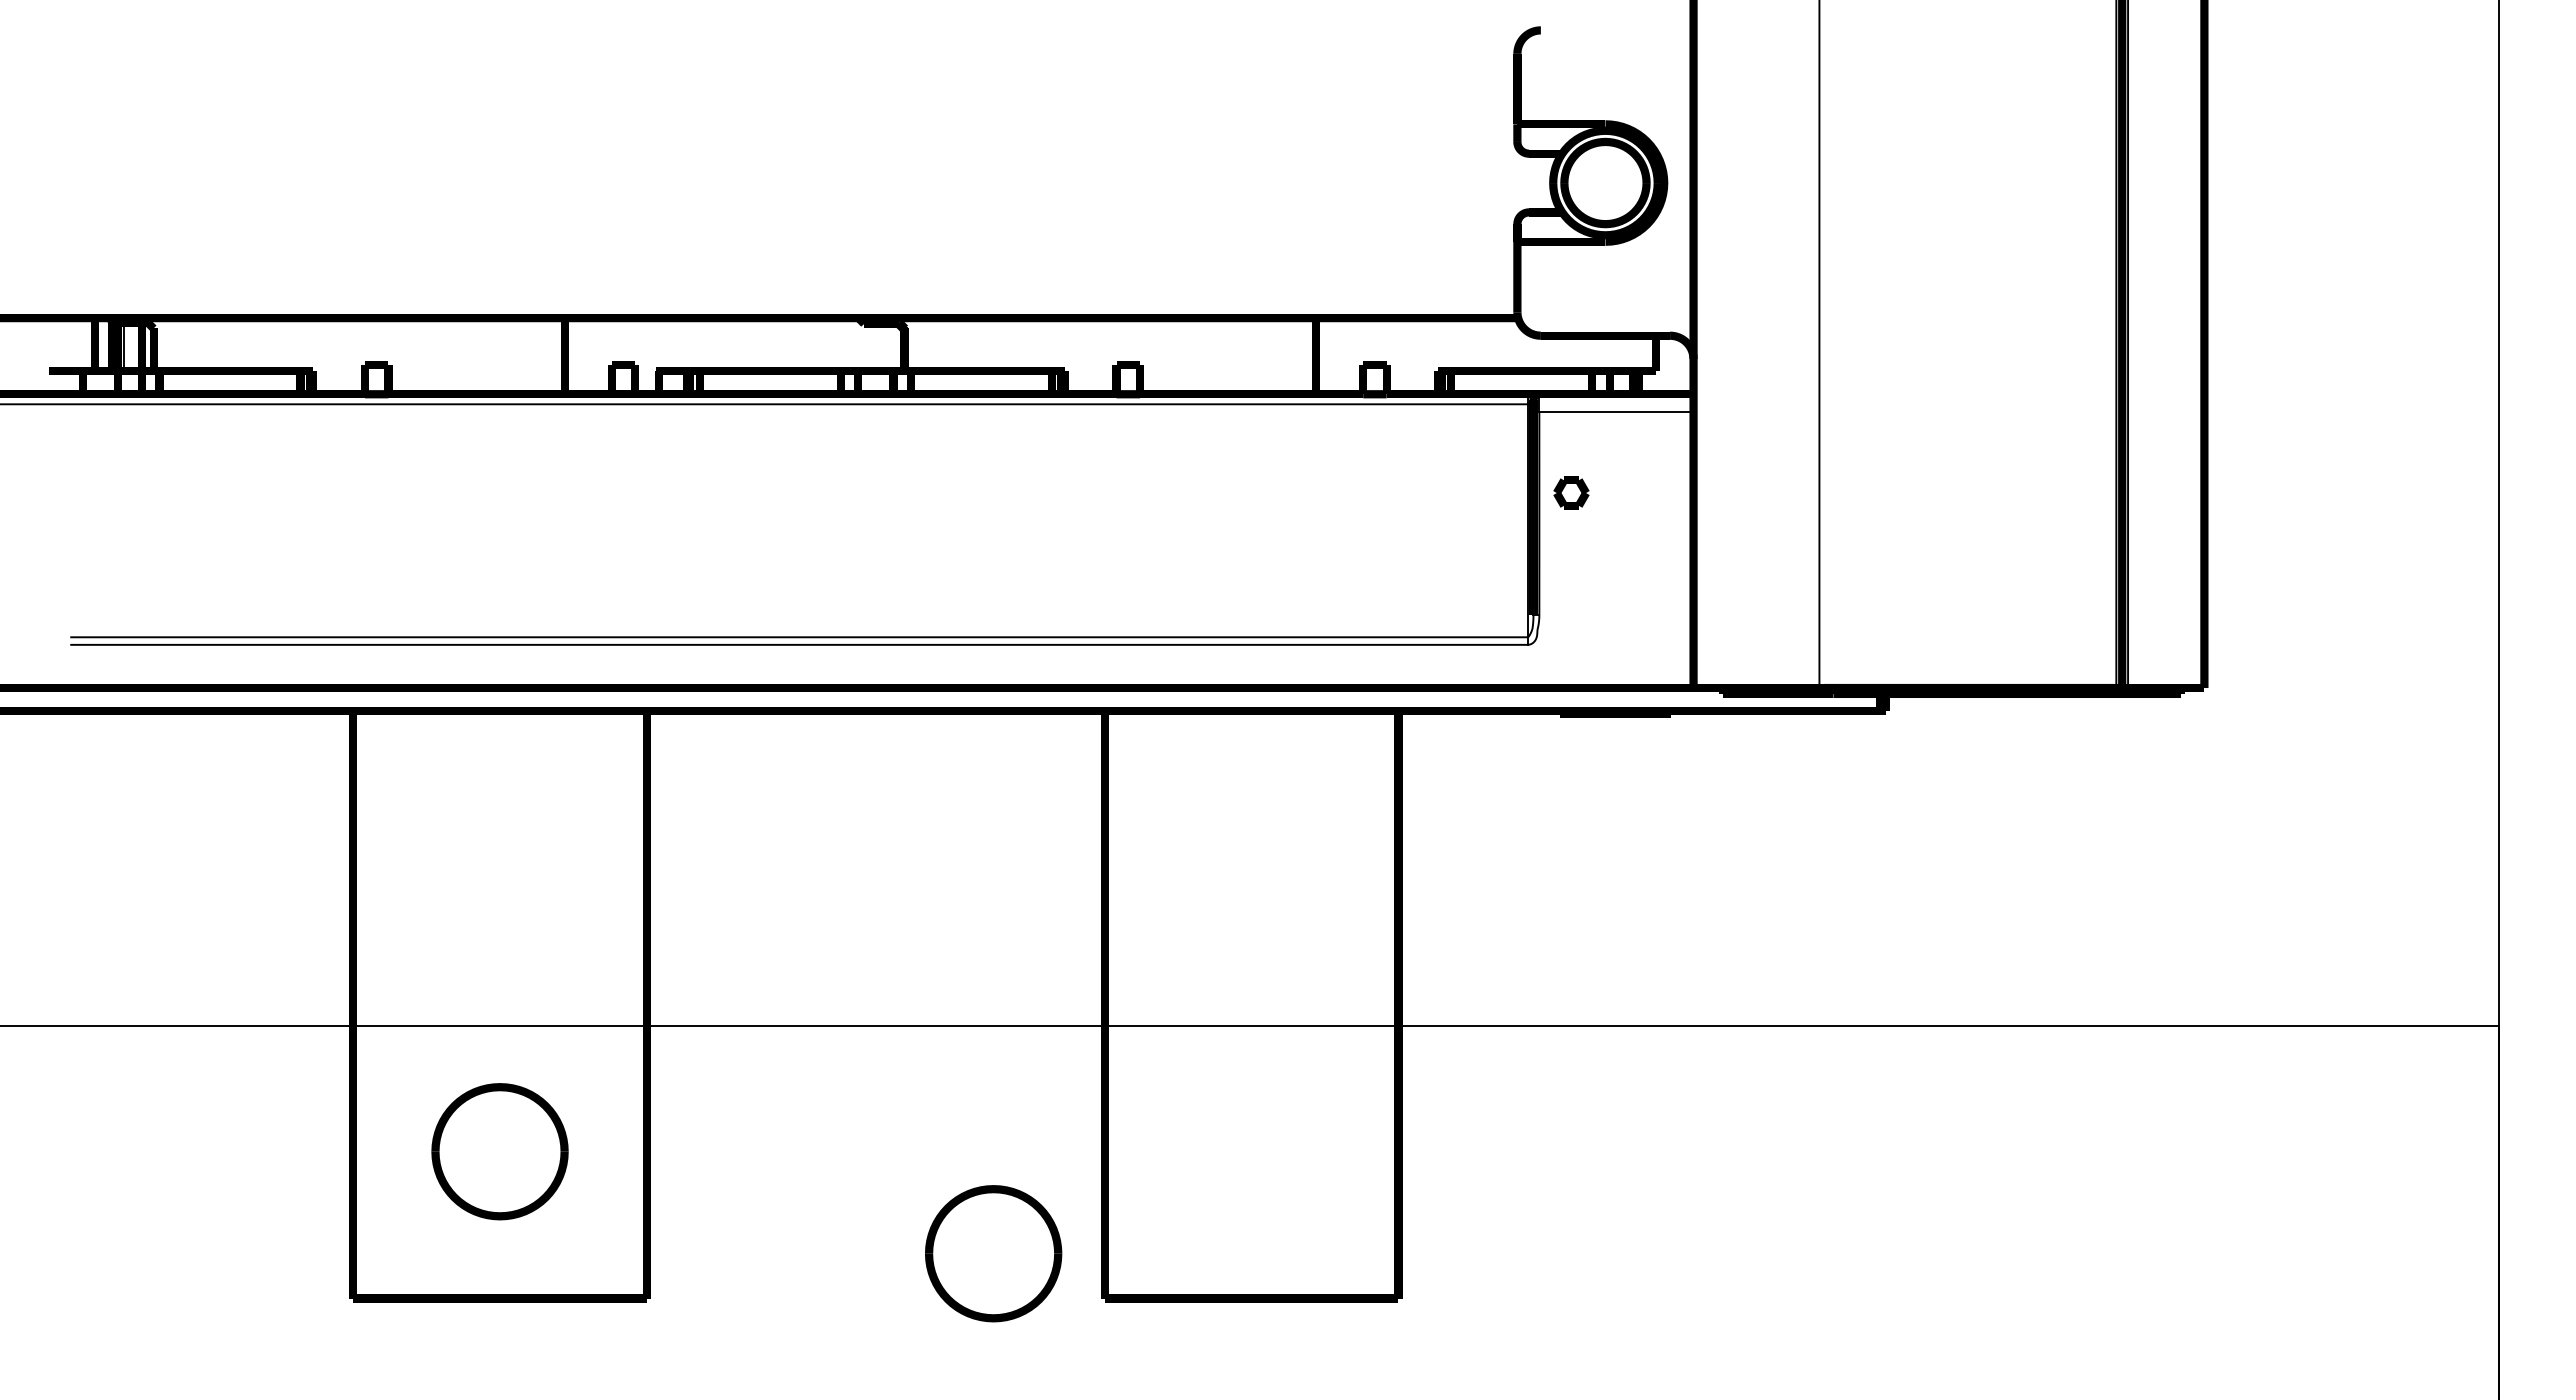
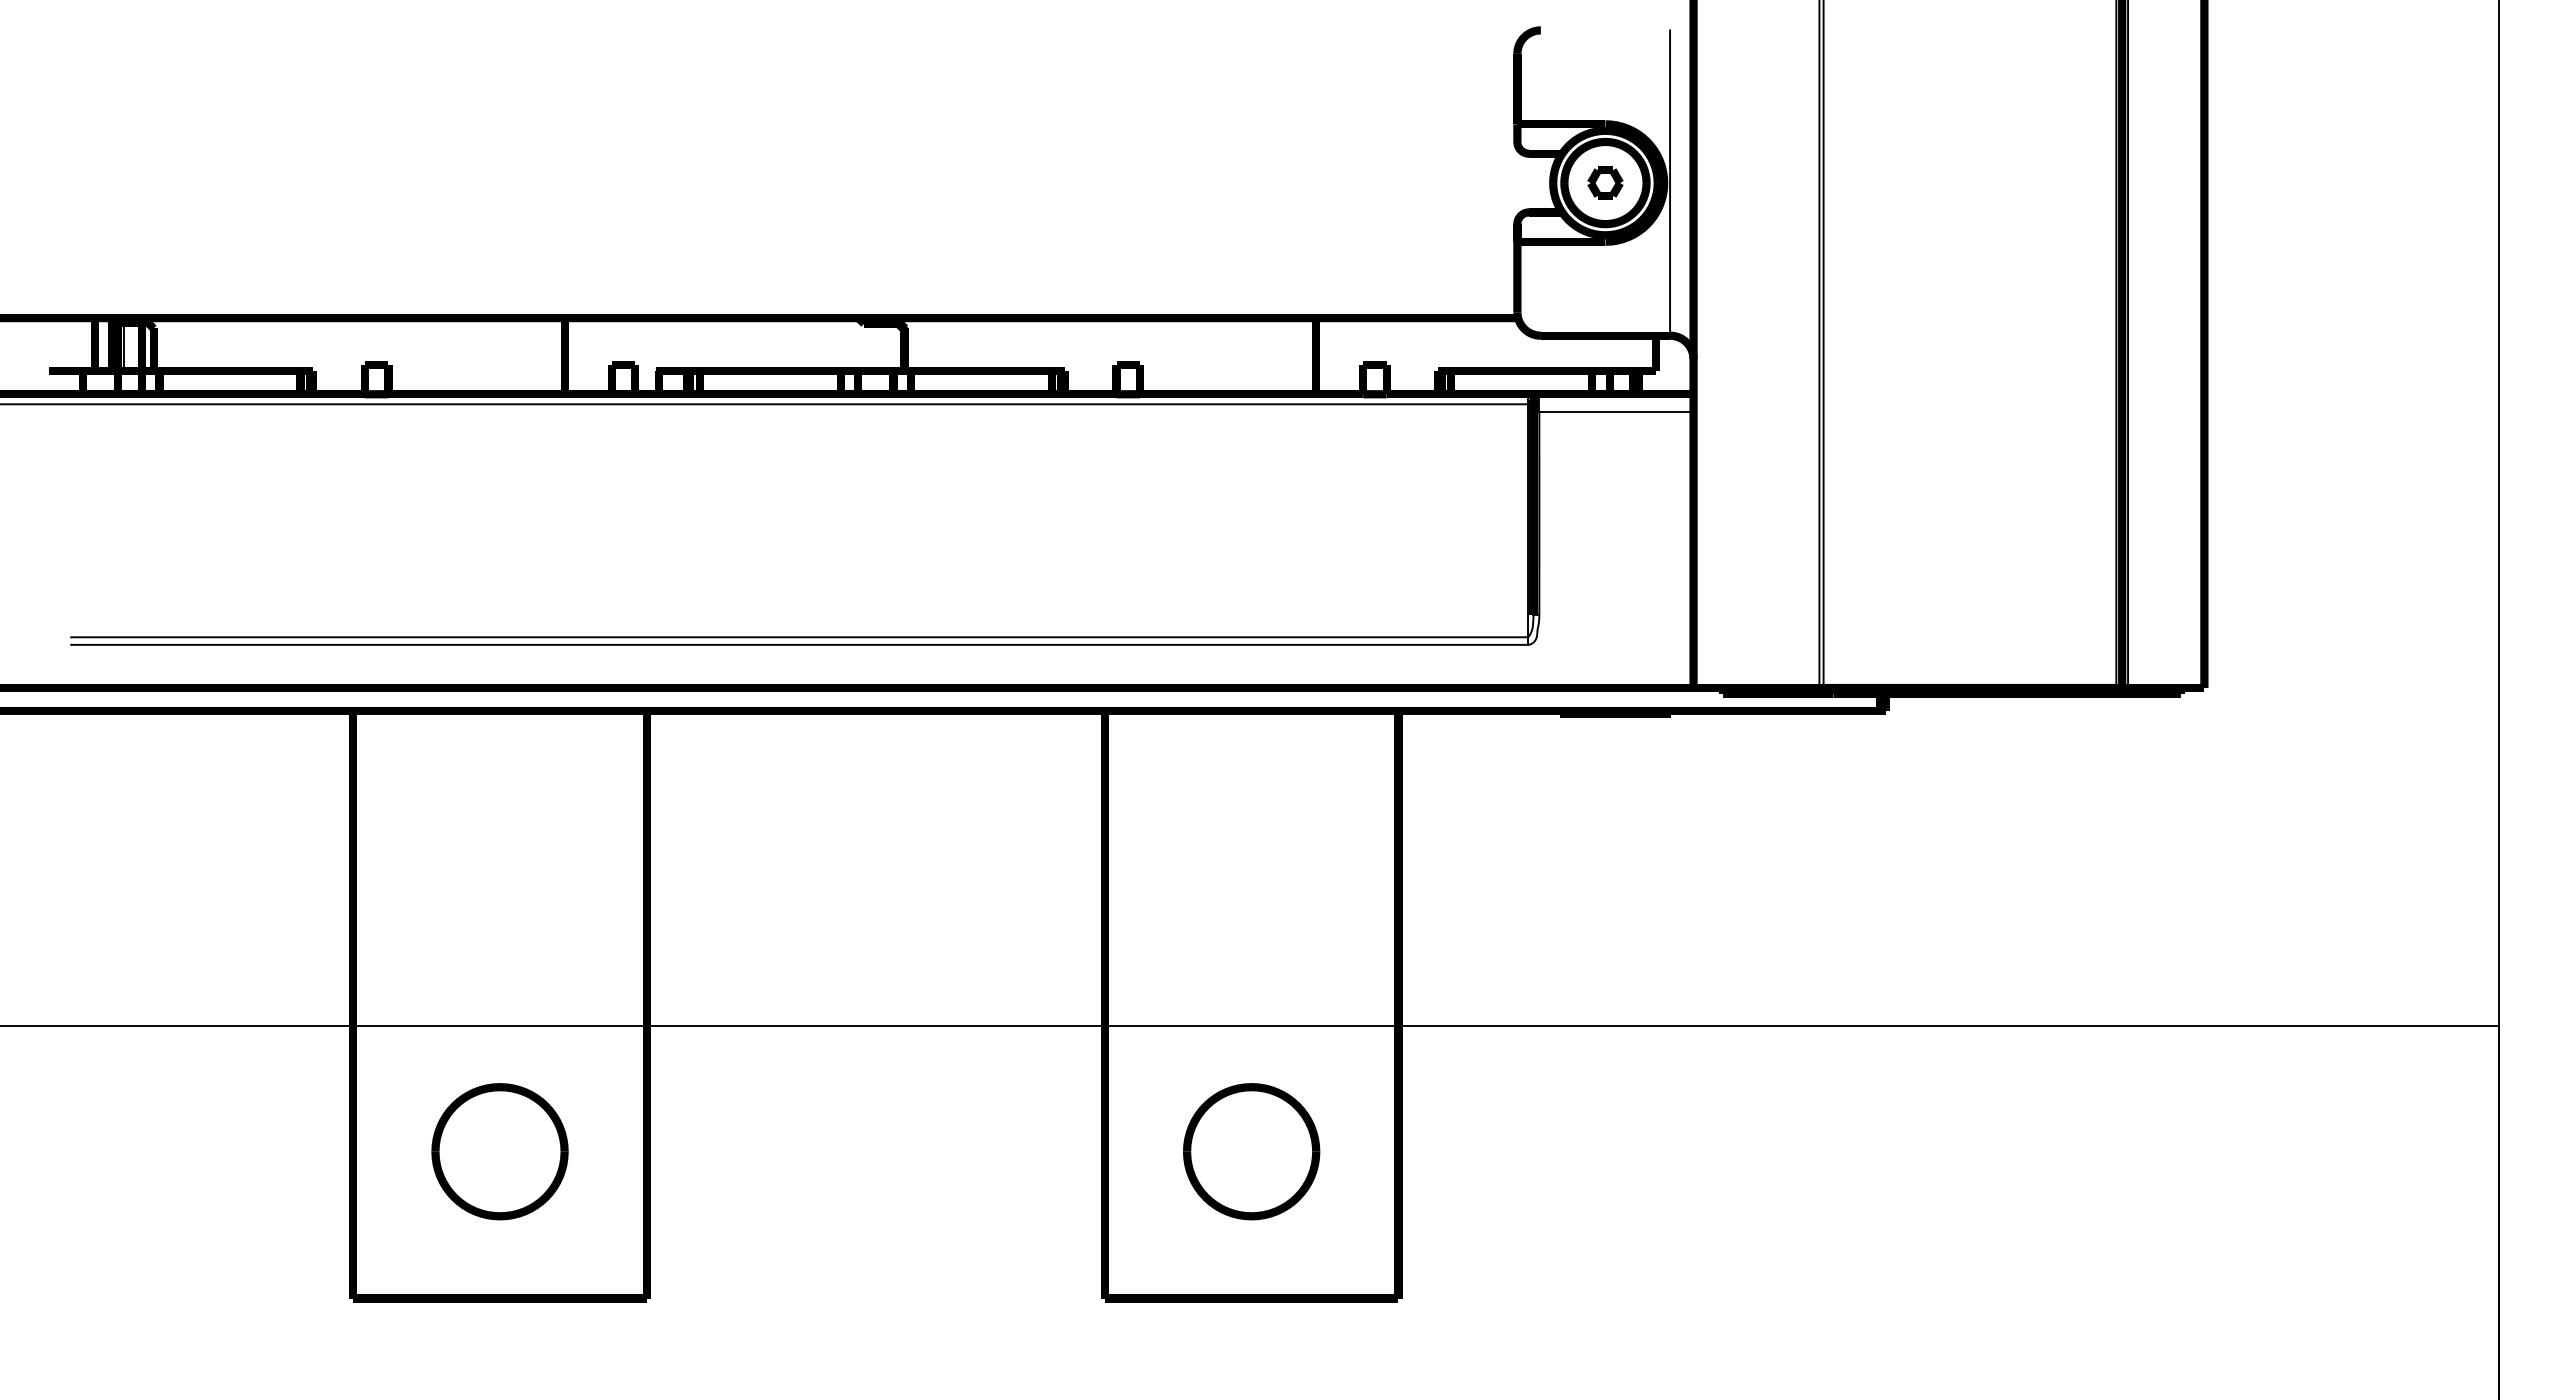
line at (1670, 182): none -> present
line at (1823, 345): none -> present
part at (1571, 492) position: (1571, 492) -> (1605, 182)
part at (993, 1253) position: (993, 1253) -> (1251, 1151)
